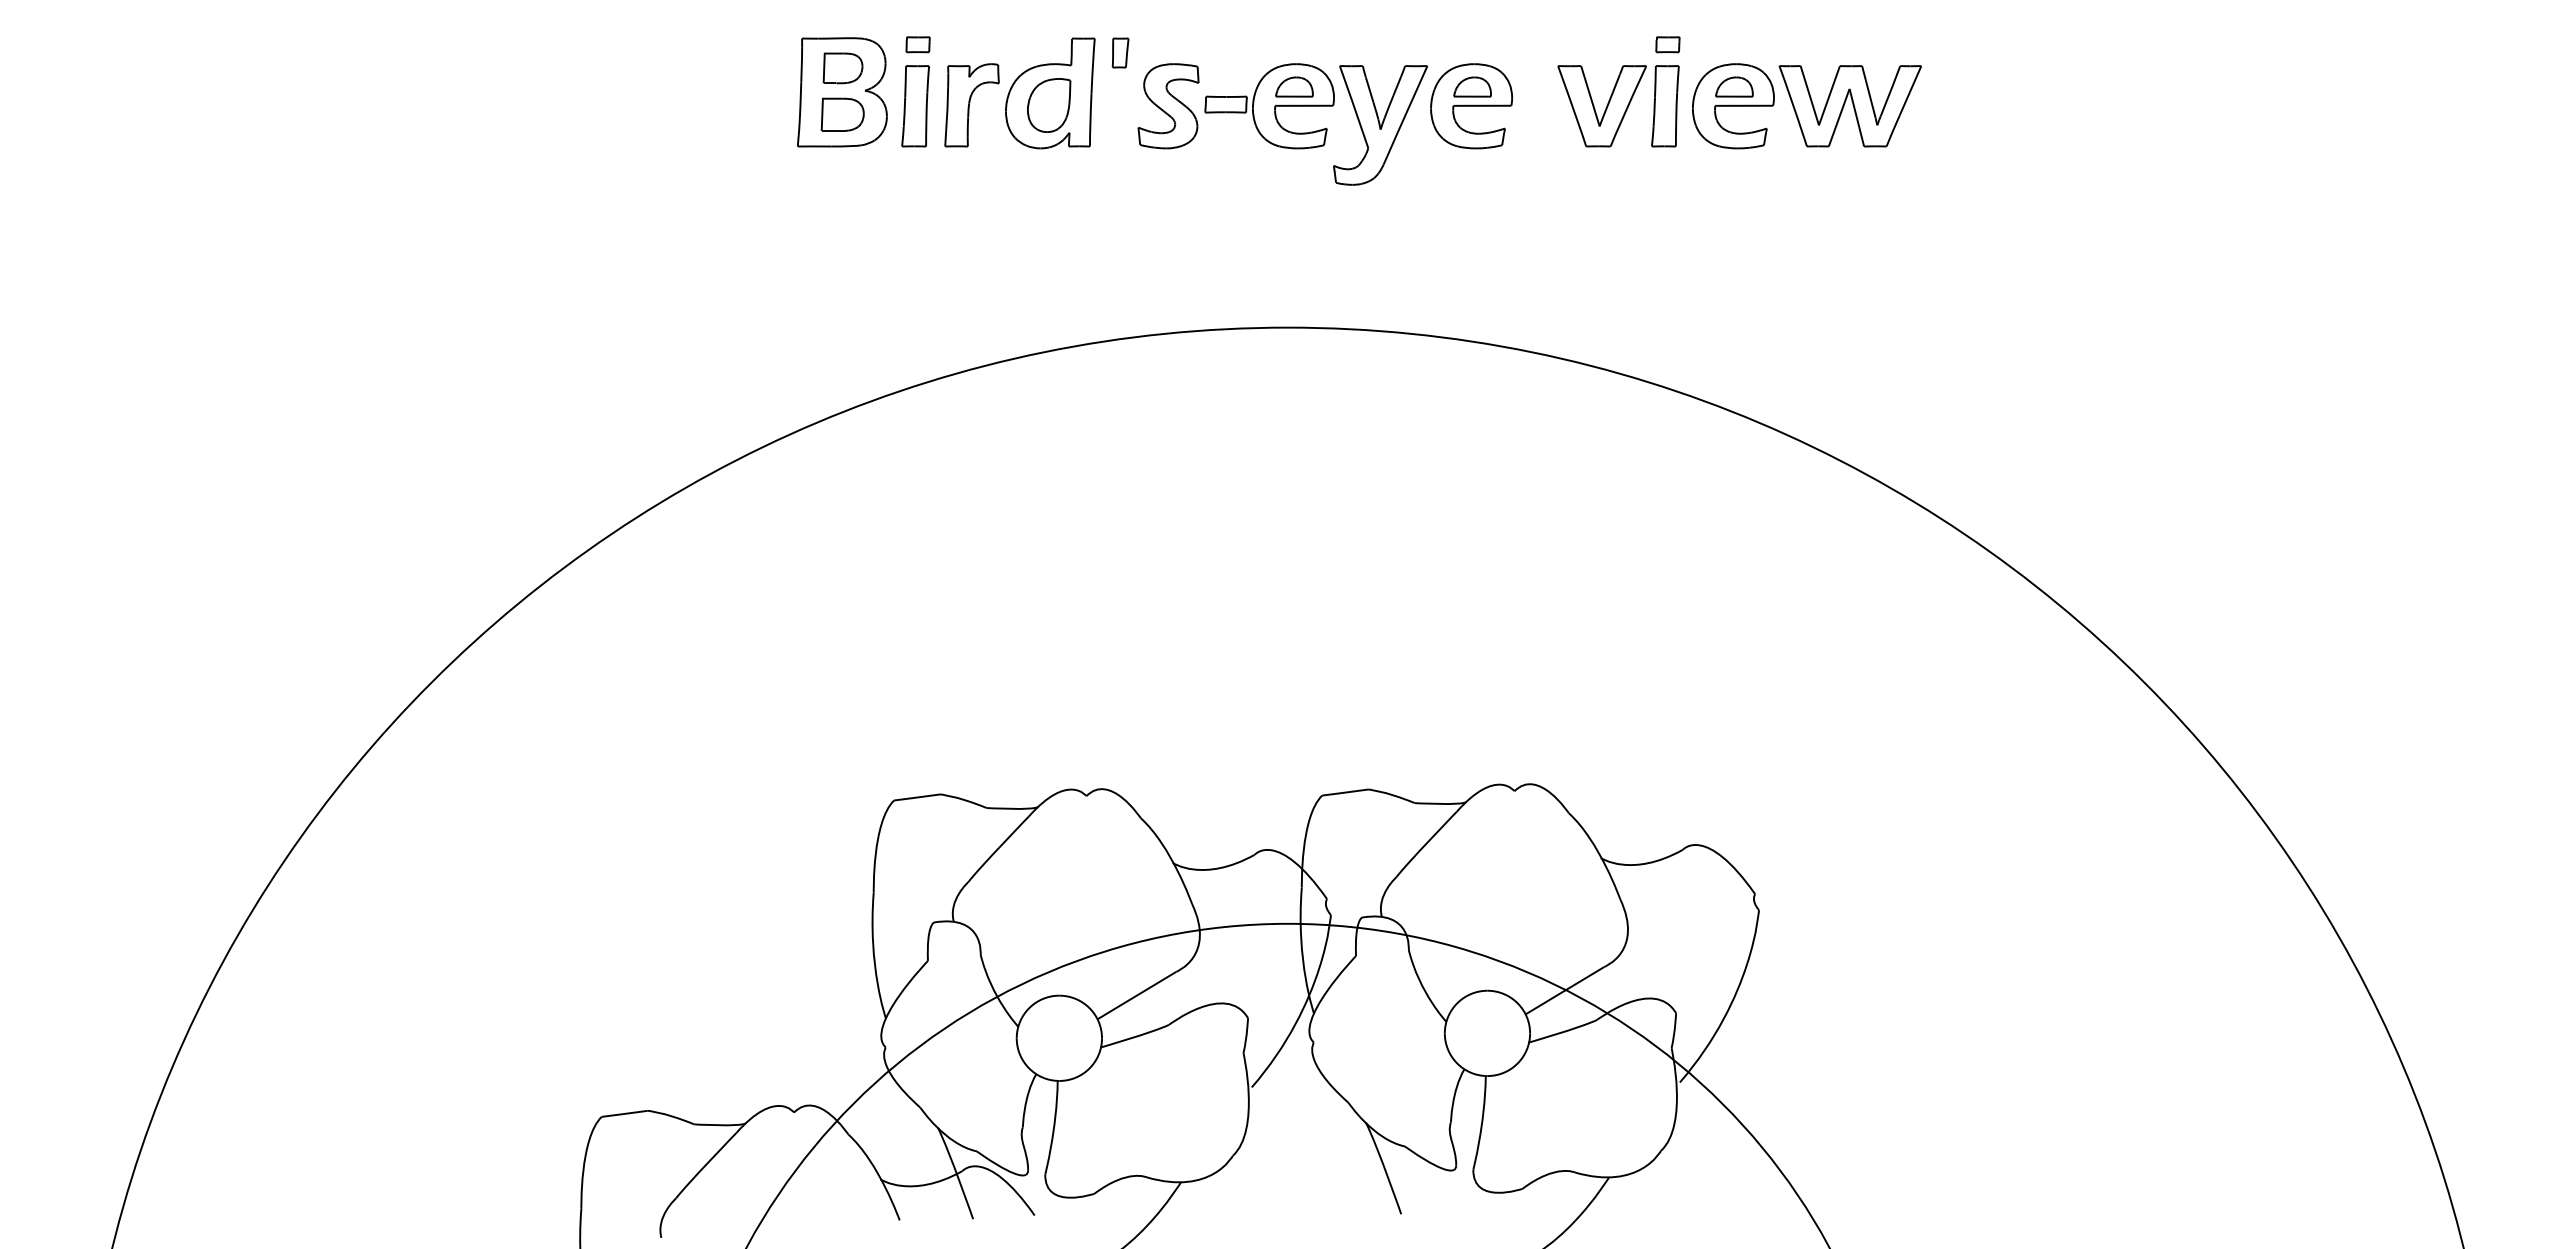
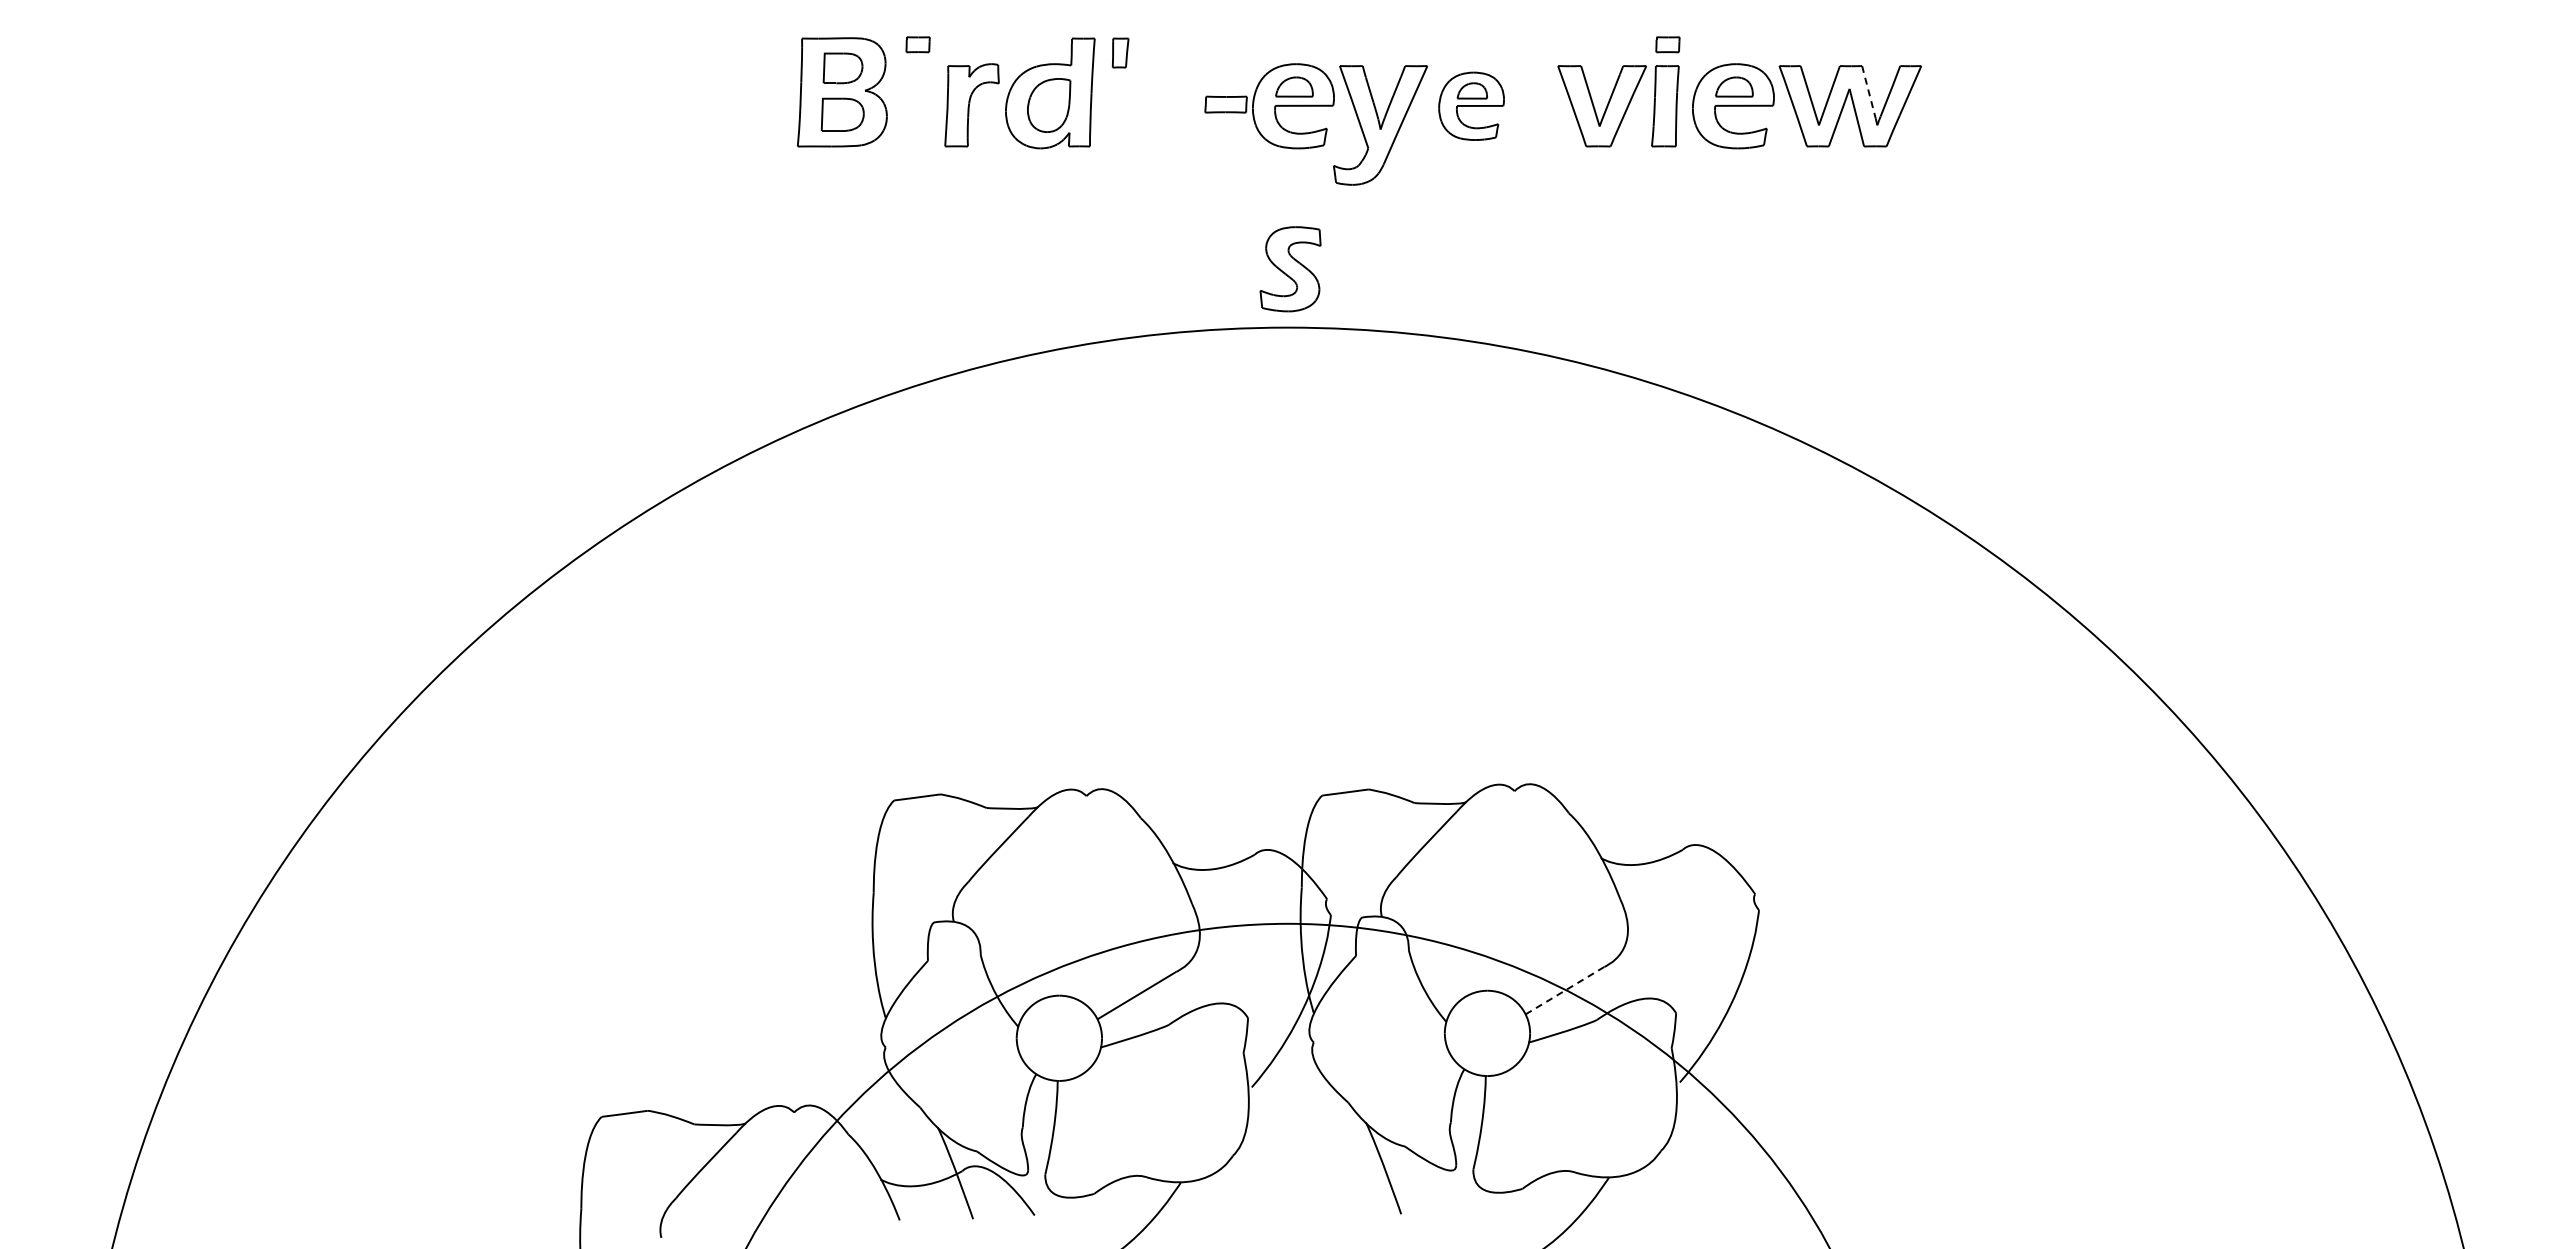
line at (1869, 92): solid -> dashed
part at (915, 106): present -> none
part at (1168, 106) position: (1168, 106) -> (1290, 269)
part at (1471, 106) size: 83x87 px -> 67x70 px
line at (1565, 990): solid -> dashed
